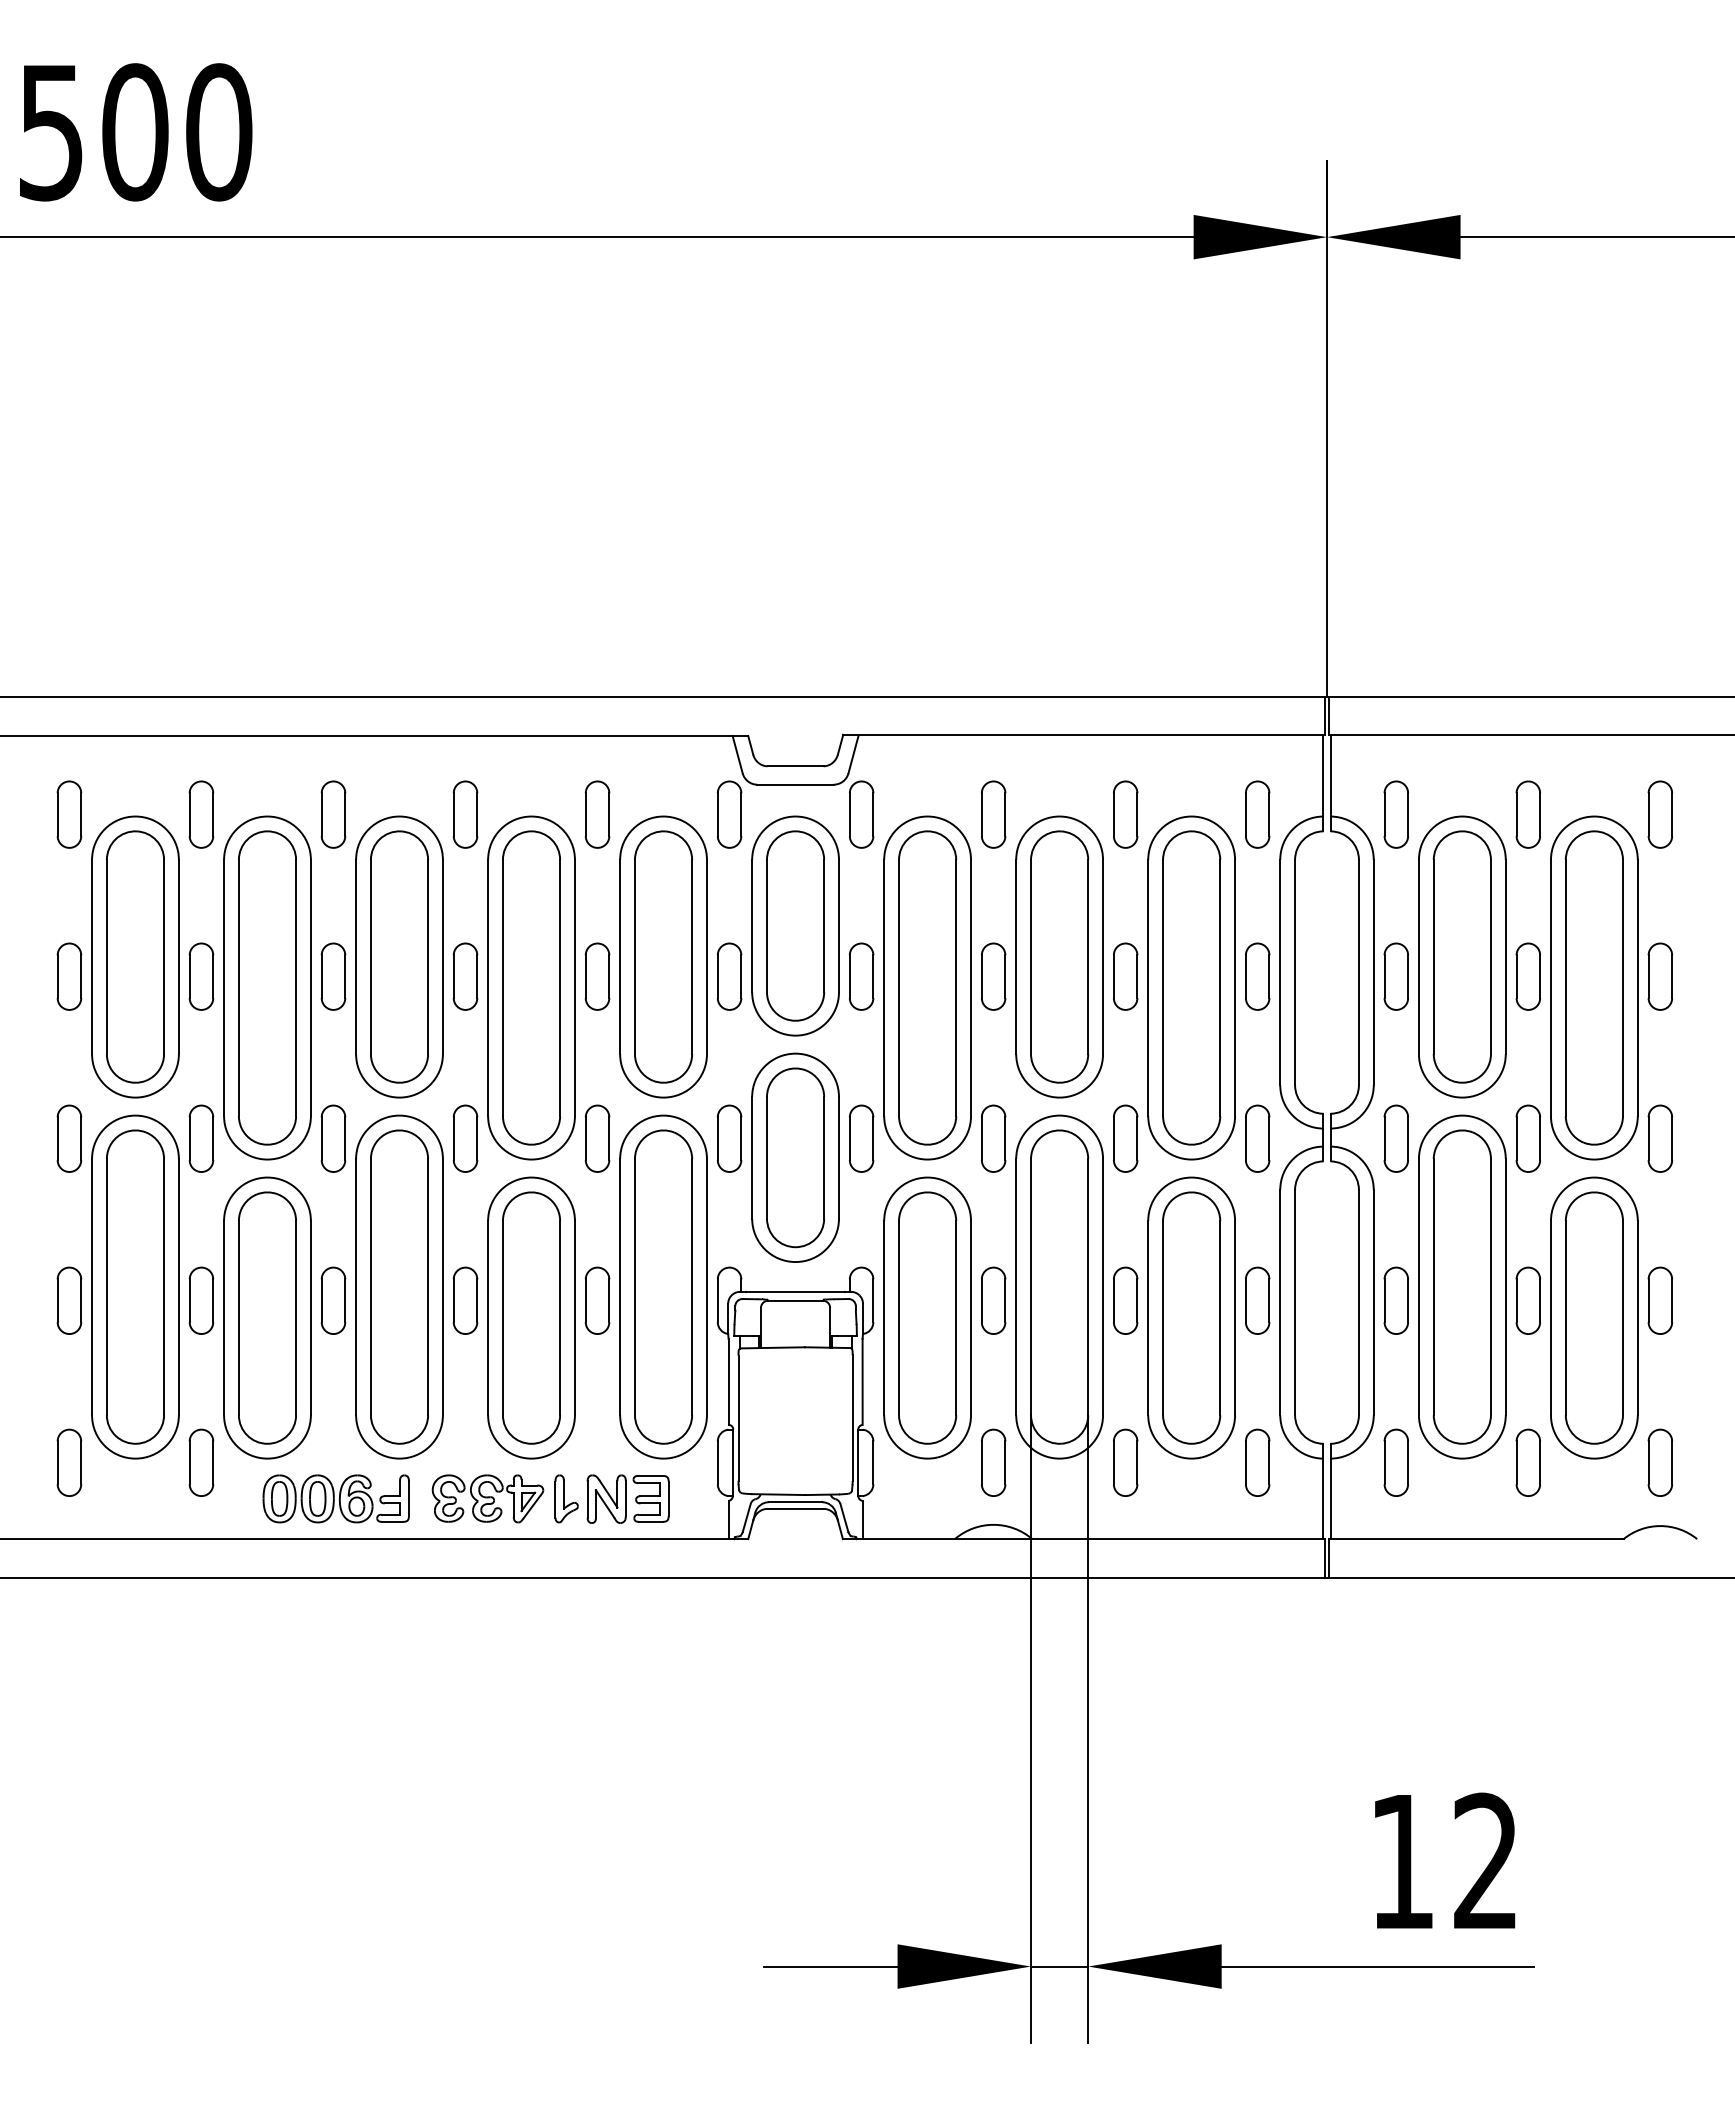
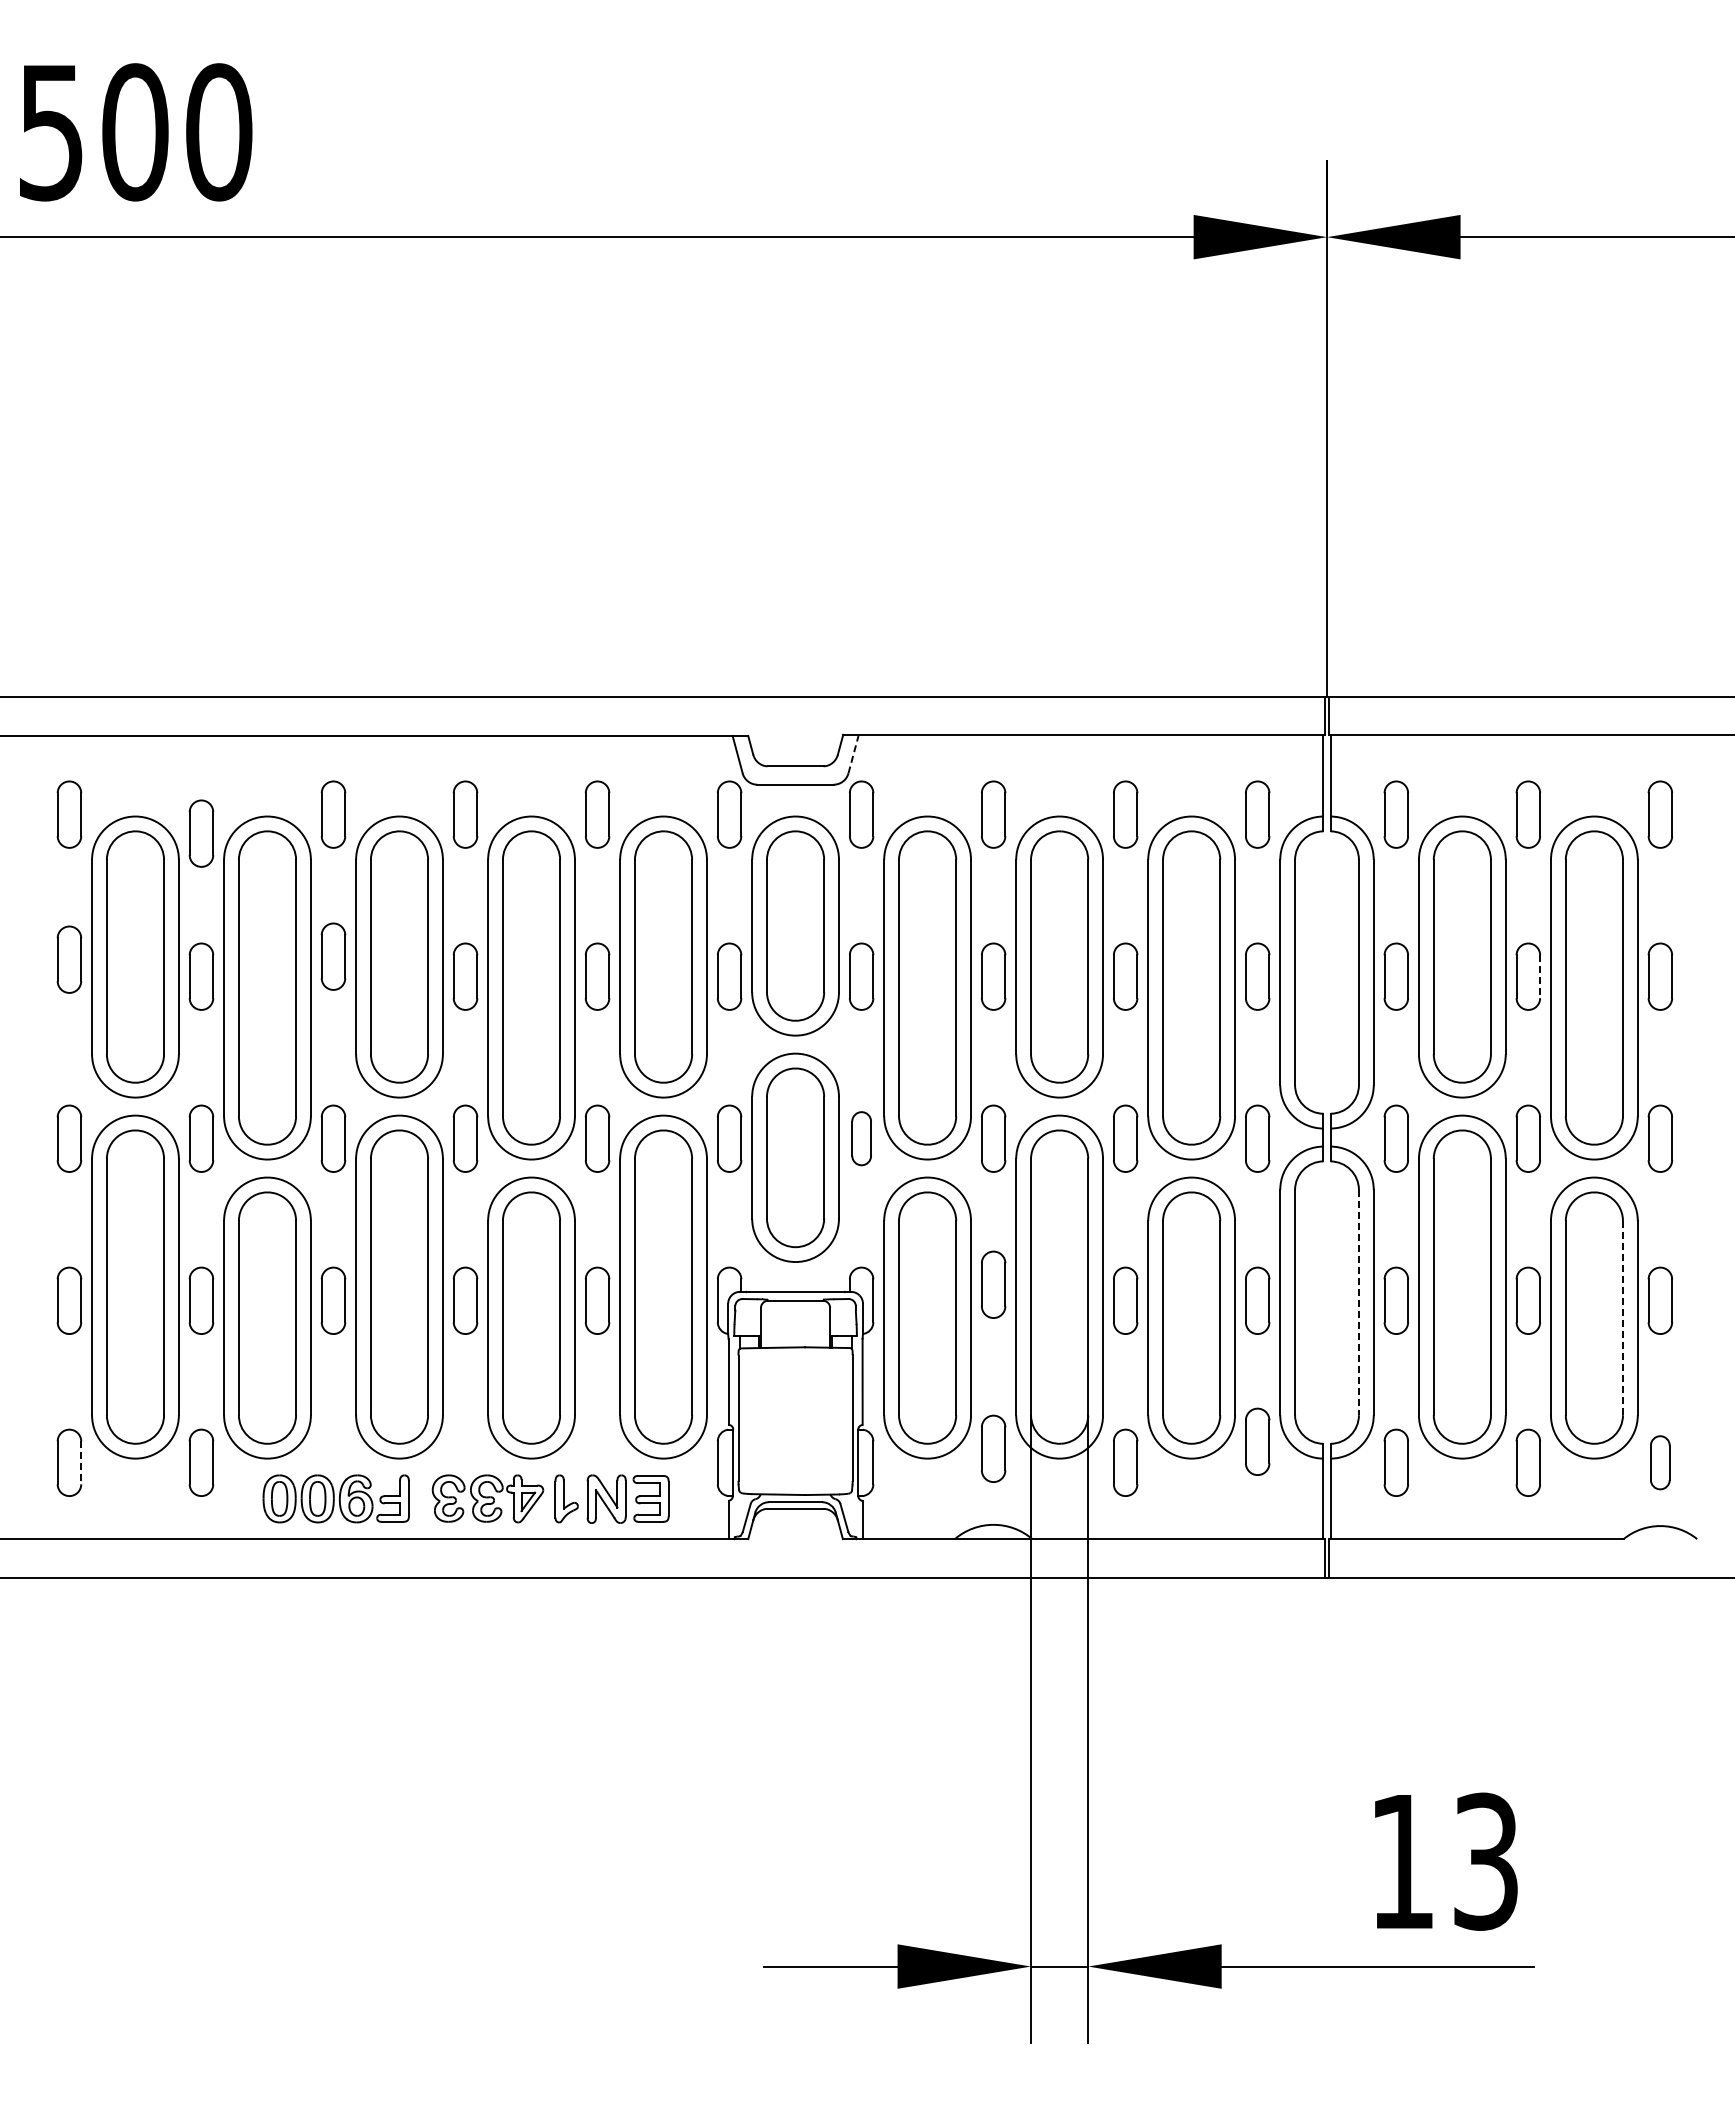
line at (853, 754): solid -> dashed
part at (201, 814) position: (201, 814) -> (201, 833)
part at (69, 976) position: (69, 976) -> (69, 959)
part at (333, 976) position: (333, 976) -> (333, 956)
line at (1540, 977): solid -> dashed
part at (861, 1138) size: 26x69 px -> 21x56 px
part at (993, 1300) position: (993, 1300) -> (993, 1284)
line at (1358, 1302): solid -> dashed
line at (1622, 1318): solid -> dashed
part at (993, 1462) position: (993, 1462) -> (993, 1448)
part at (1257, 1462) position: (1257, 1462) -> (1257, 1441)
part at (1659, 1462) size: 26x69 px -> 21x56 px
line at (81, 1463): solid -> dashed
text at (1485, 1861): 12 -> 13
